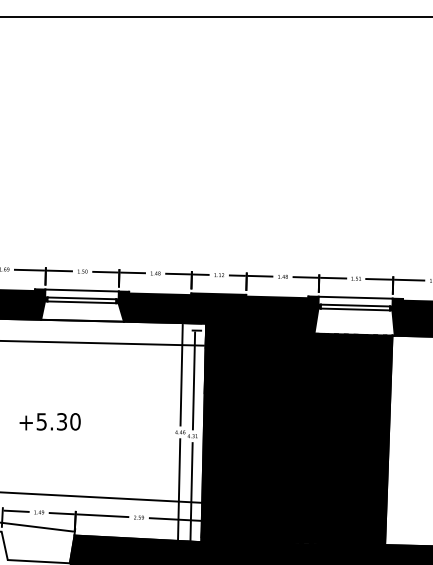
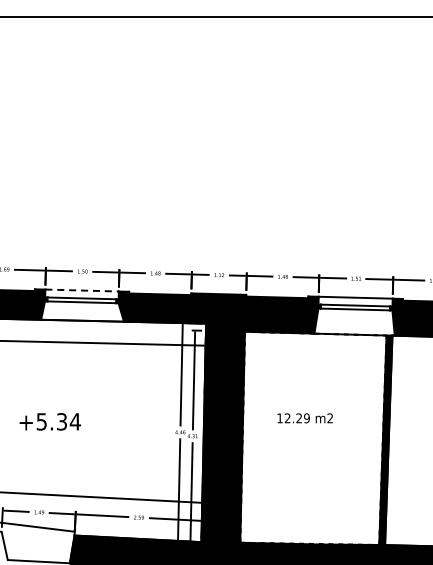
line at (82, 290): solid -> dashed
text at (74, 421): +5.30 -> +5.34
fill at (313, 437): present -> none
